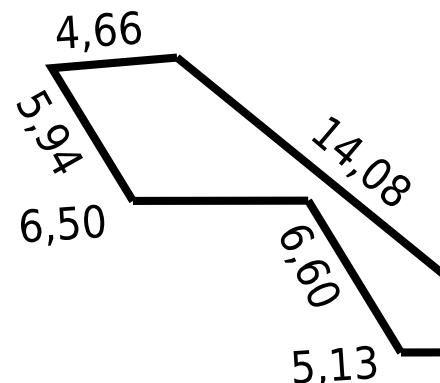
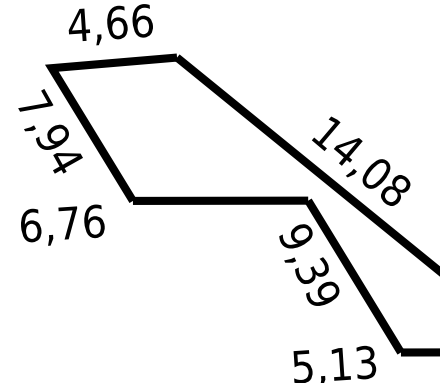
text at (98, 31) position: (98, 31) -> (110, 24)
text at (34, 103): 5,94 -> 7,94
text at (81, 221): 6,50 -> 6,76
text at (309, 265): 6,60 -> 9,39
